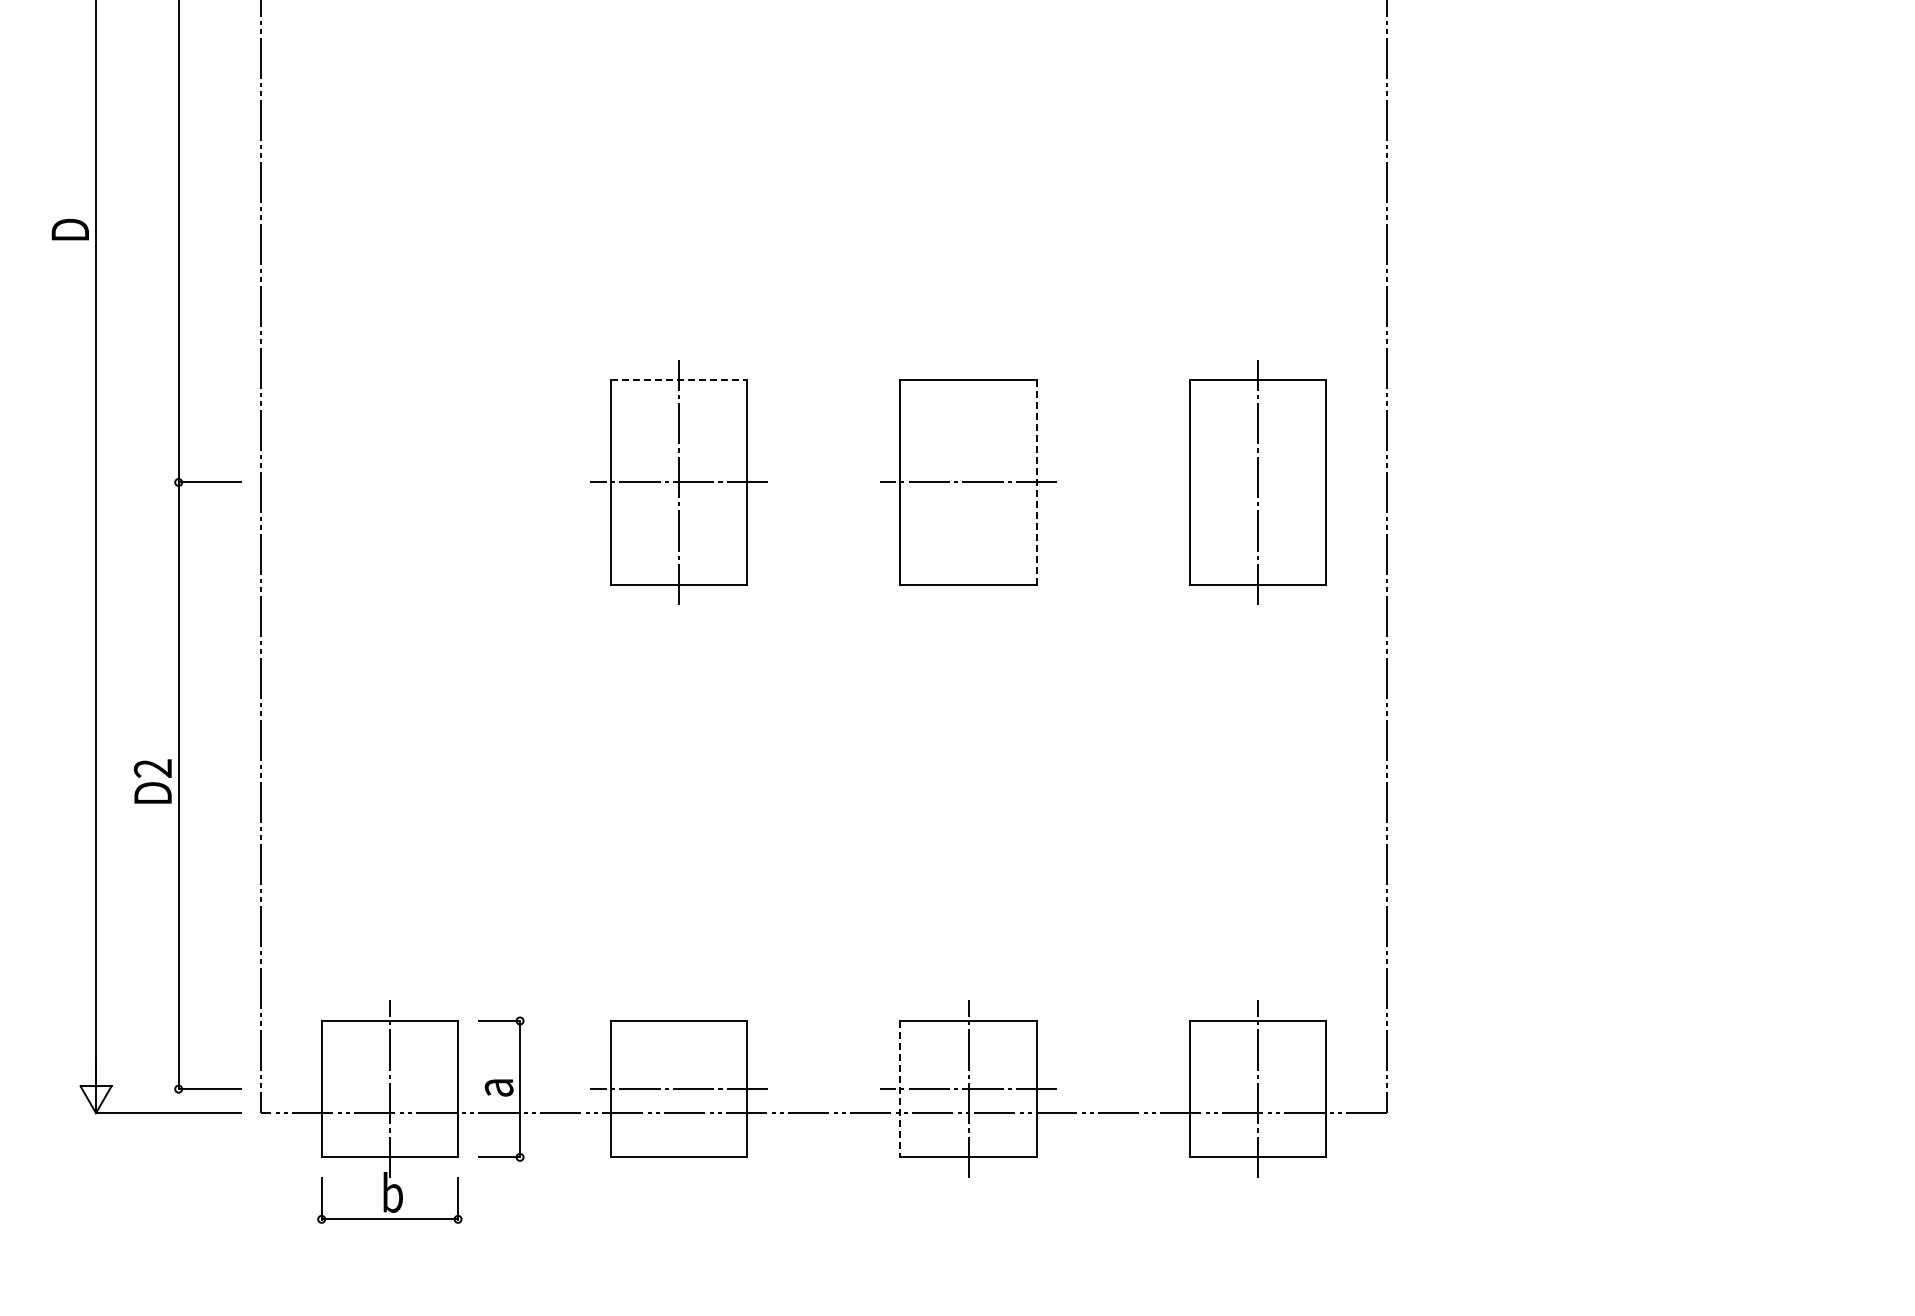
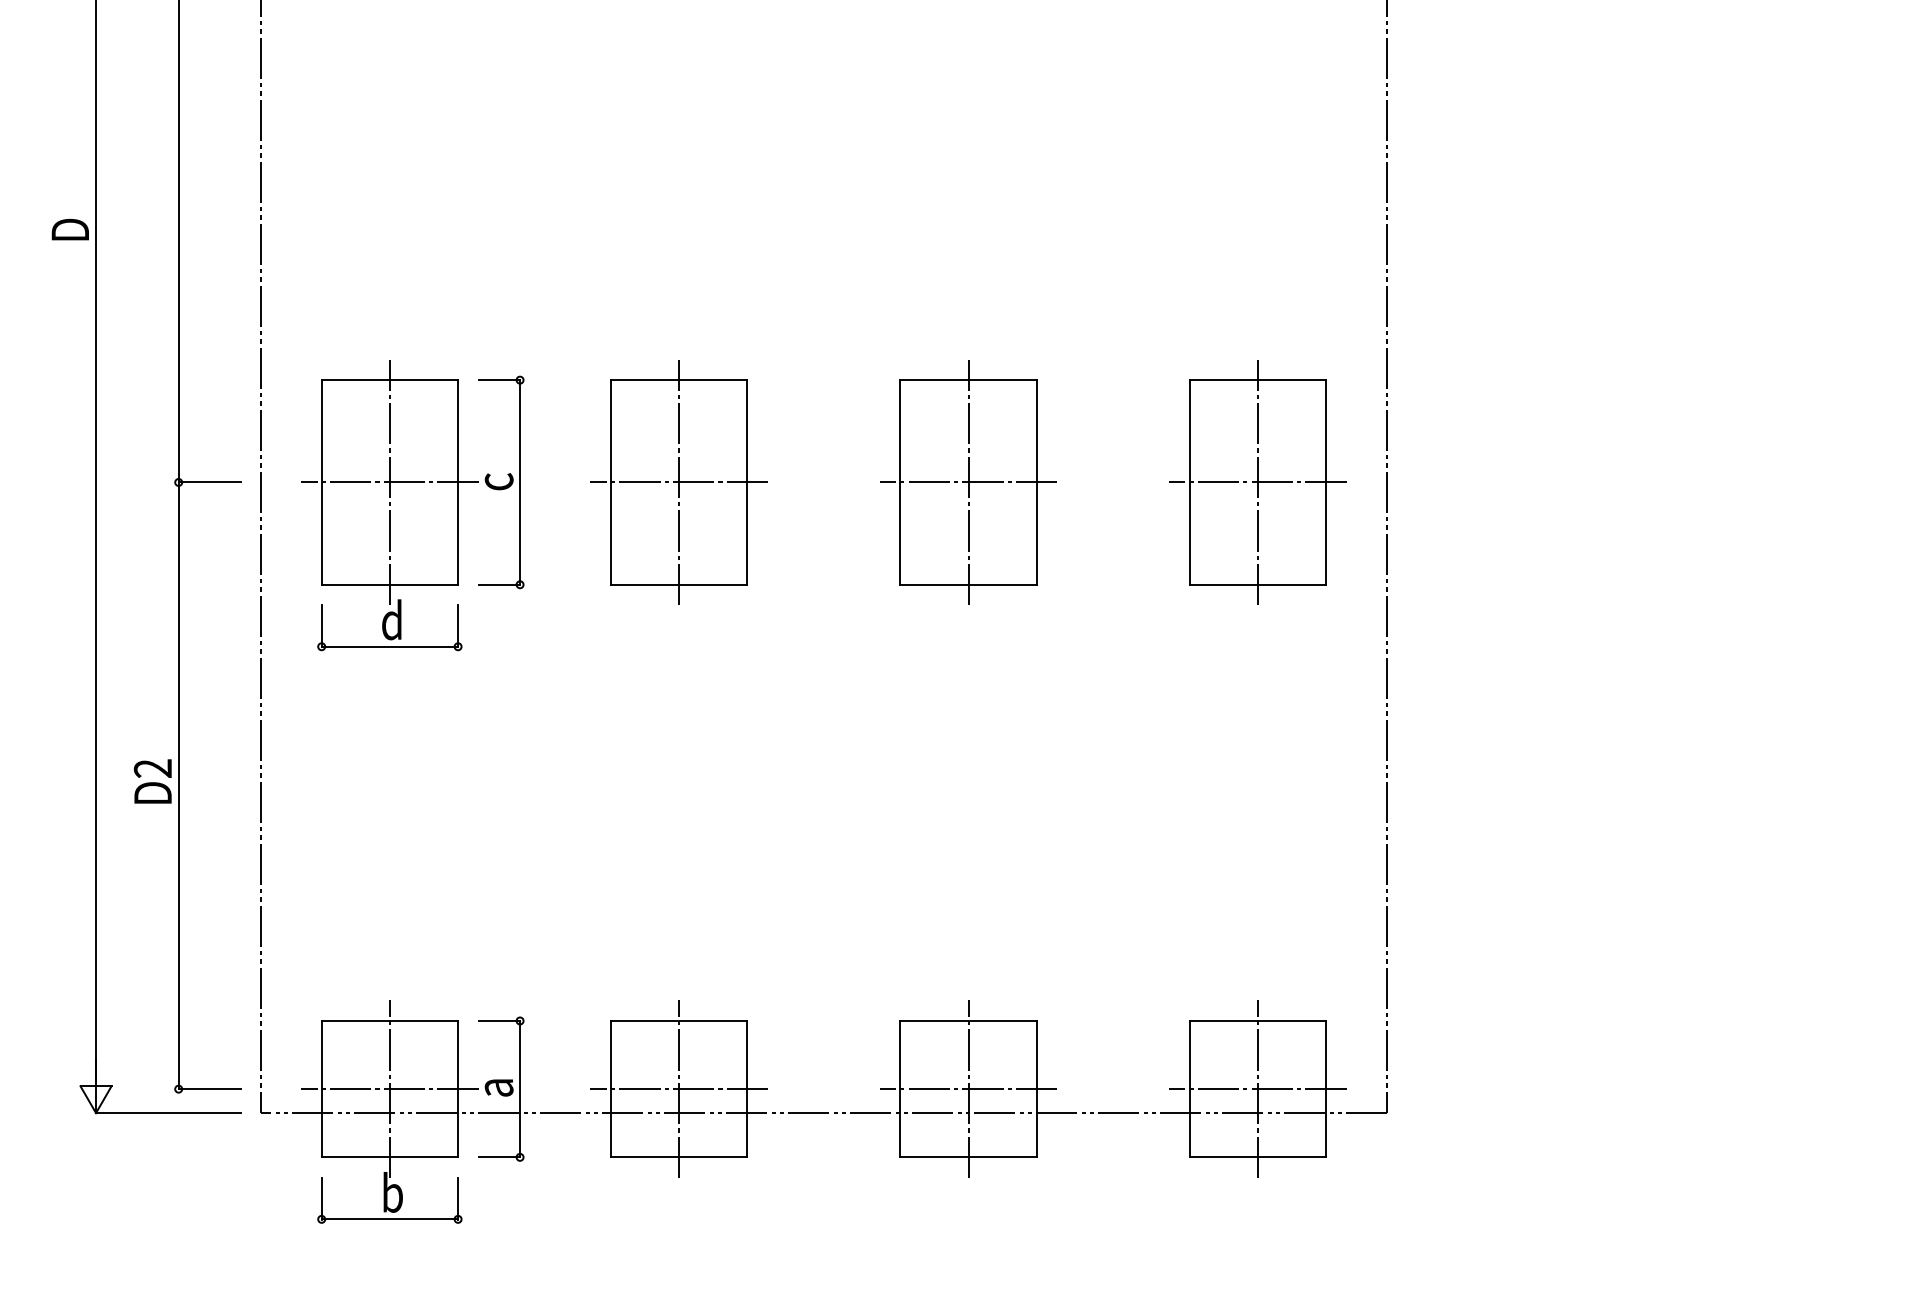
line at (679, 380): dashed -> solid
line at (968, 482): none -> present
line at (1036, 482): dashed -> solid
line at (1257, 482): none -> present
part at (412, 505): none -> present
line at (389, 1089): none -> present
line at (679, 1089): none -> present
line at (900, 1089): dashed -> solid
line at (1257, 1089): none -> present
